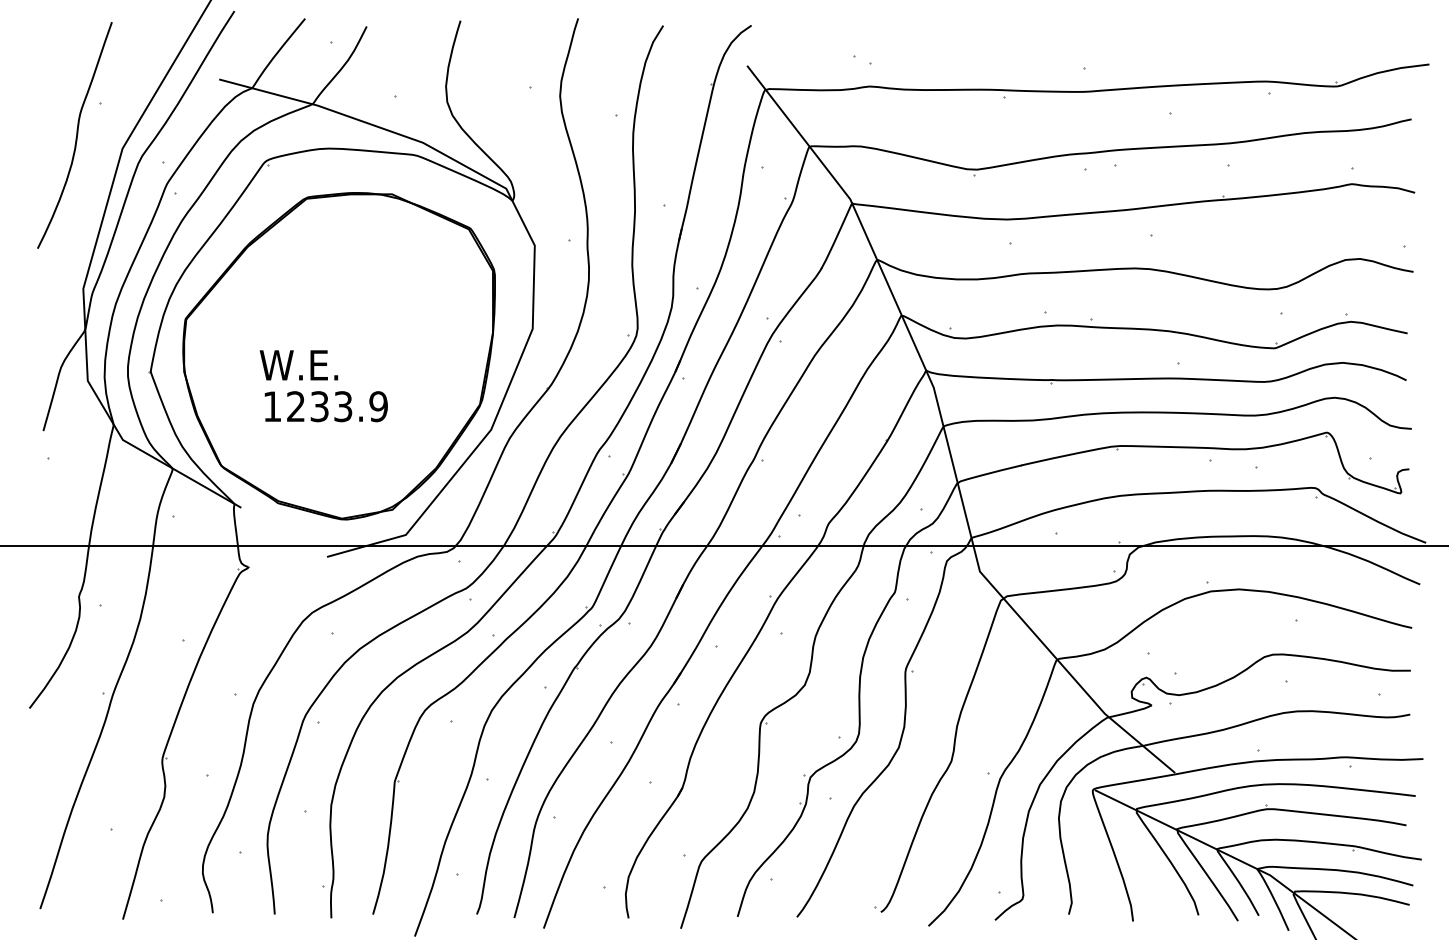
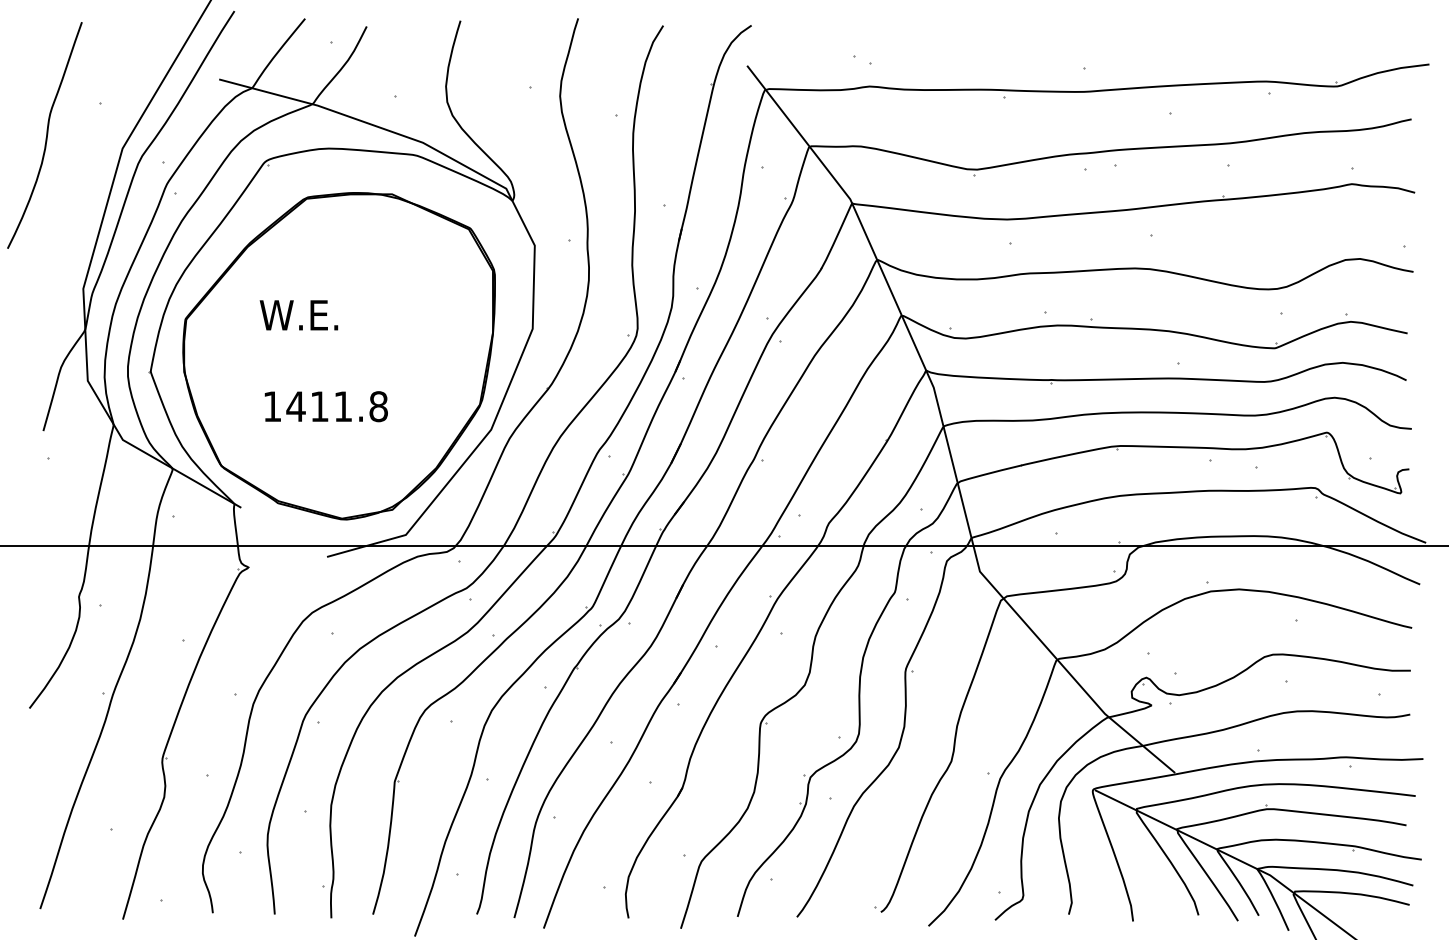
curve at (76, 135) position: (76, 135) -> (46, 135)
text at (298, 365) position: (298, 365) -> (298, 315)
text at (336, 406): 1233.9 -> 1411.8
